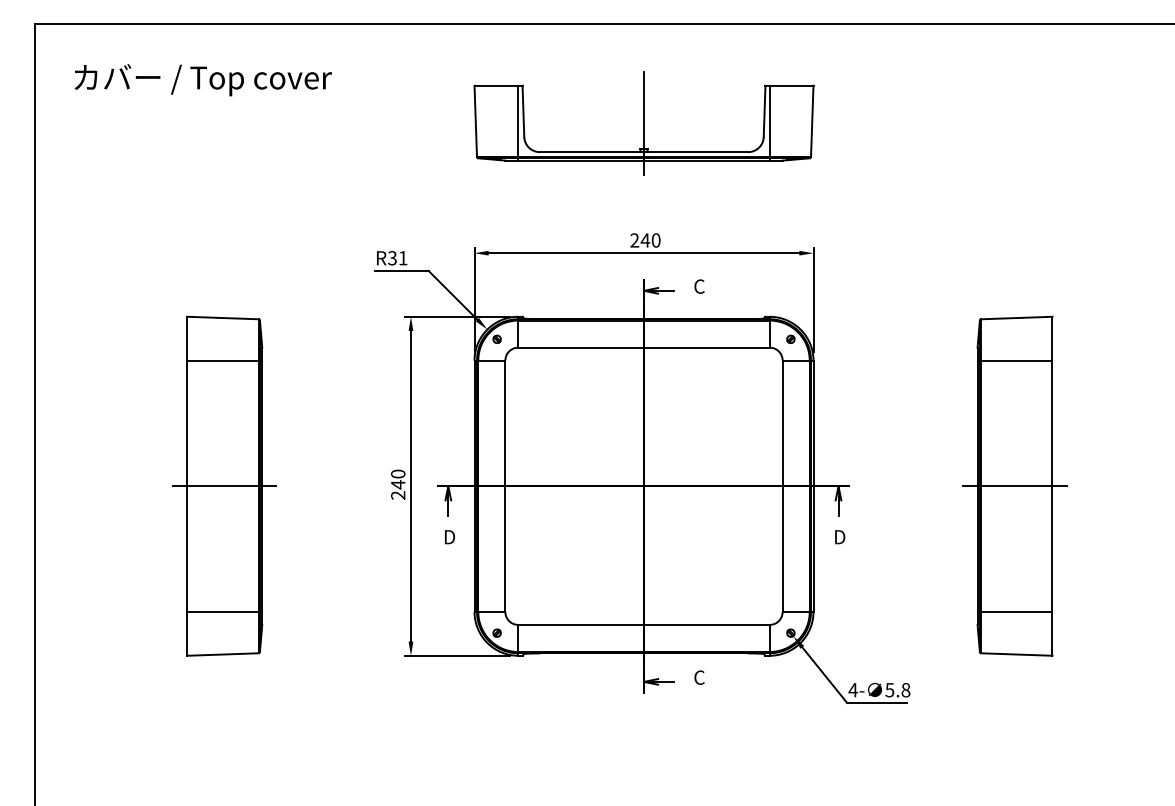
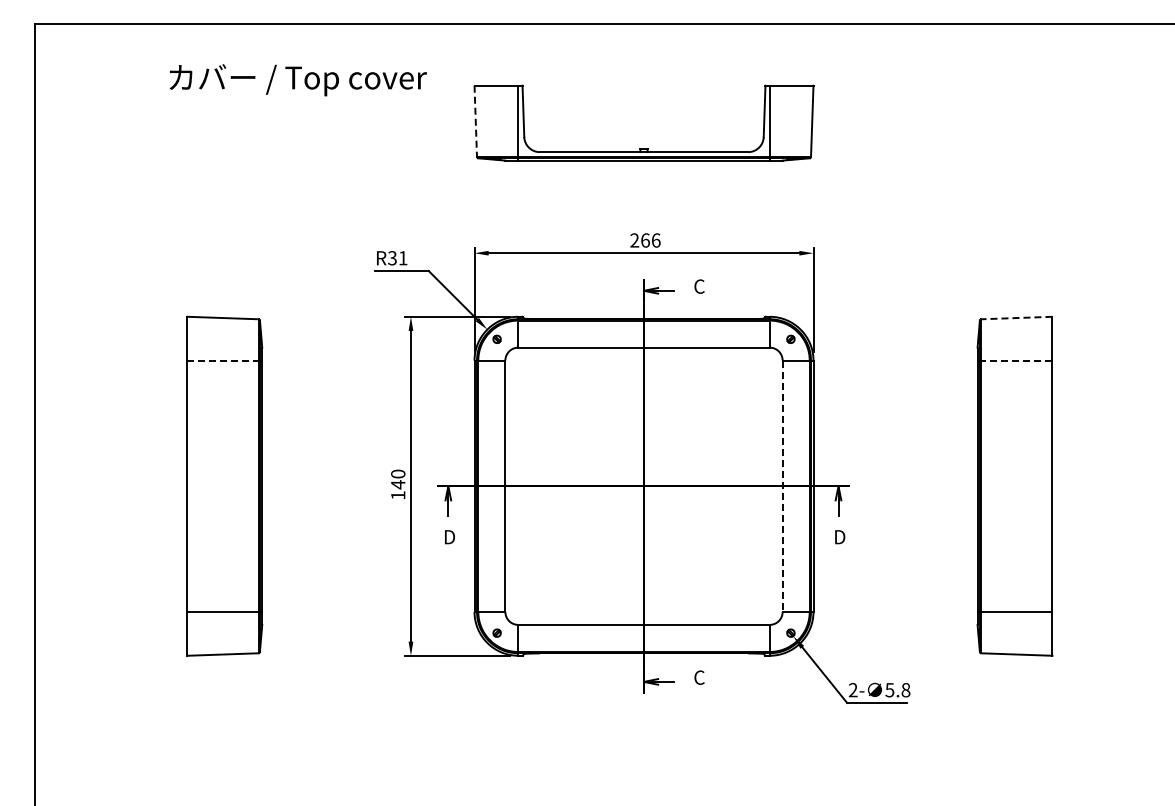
text at (202, 80) position: (202, 80) -> (297, 80)
line at (475, 121): solid -> dashed
line at (644, 122): present -> none
text at (650, 240): 240 -> 266
line at (1016, 318): solid -> dashed
line at (222, 360): solid -> dashed
line at (1016, 360): solid -> dashed
line at (224, 486): present -> none
line at (782, 486): solid -> dashed
line at (1014, 486): present -> none
text at (398, 495): 240 -> 140
text at (852, 690): 4- -> 2-
